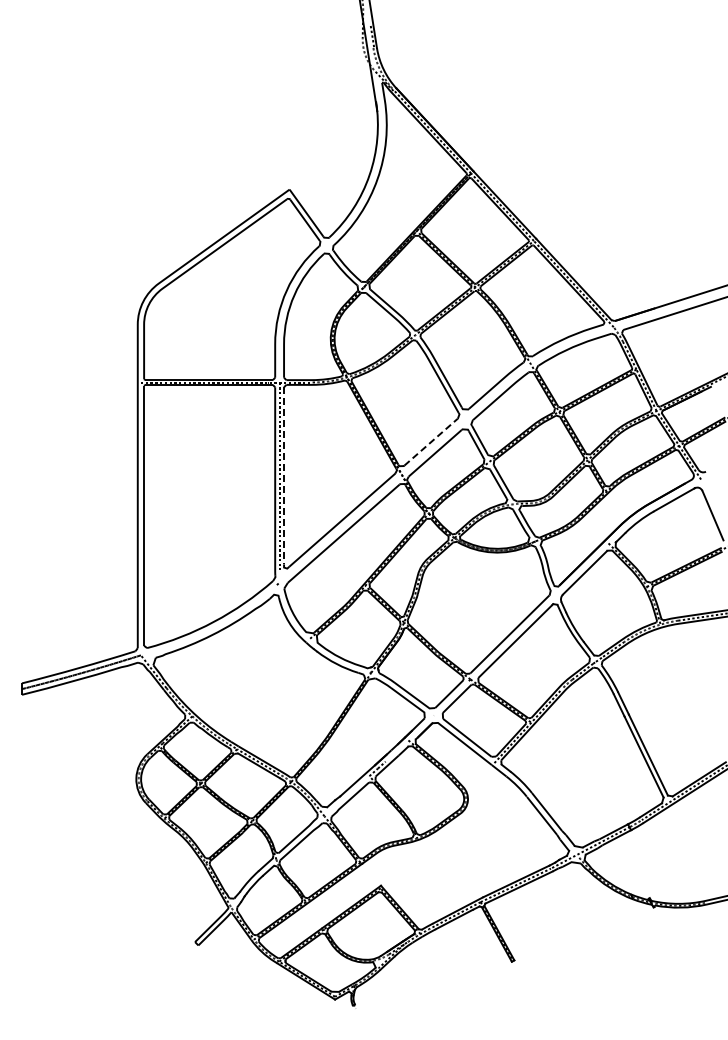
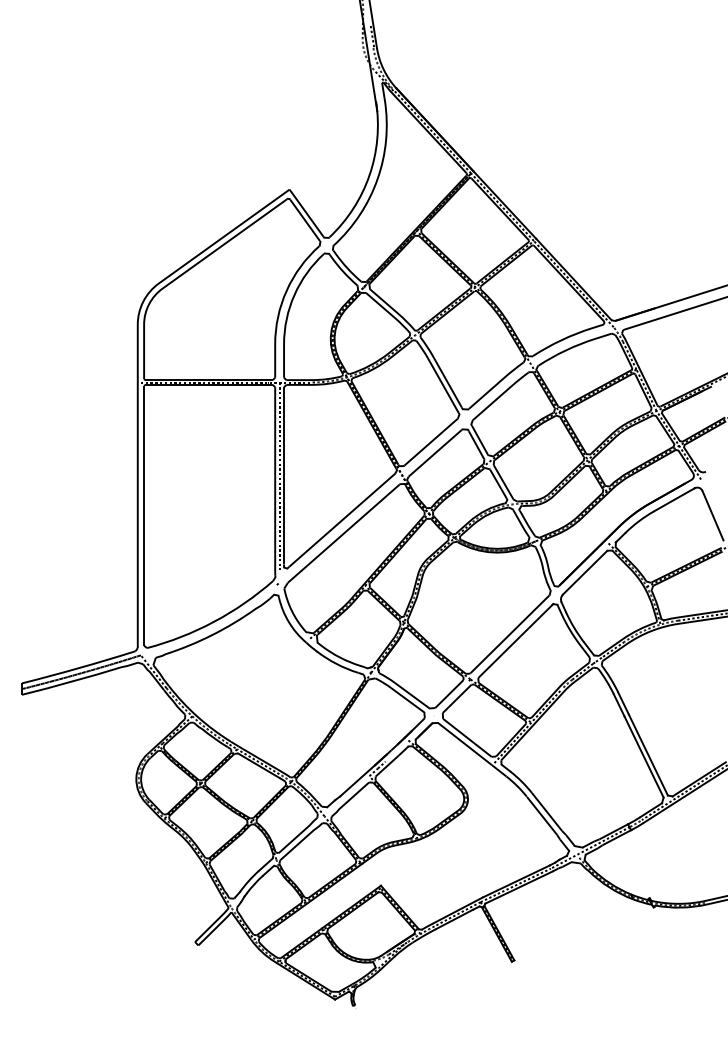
line at (431, 441): dashed -> solid
line at (284, 475): dashed -> solid
